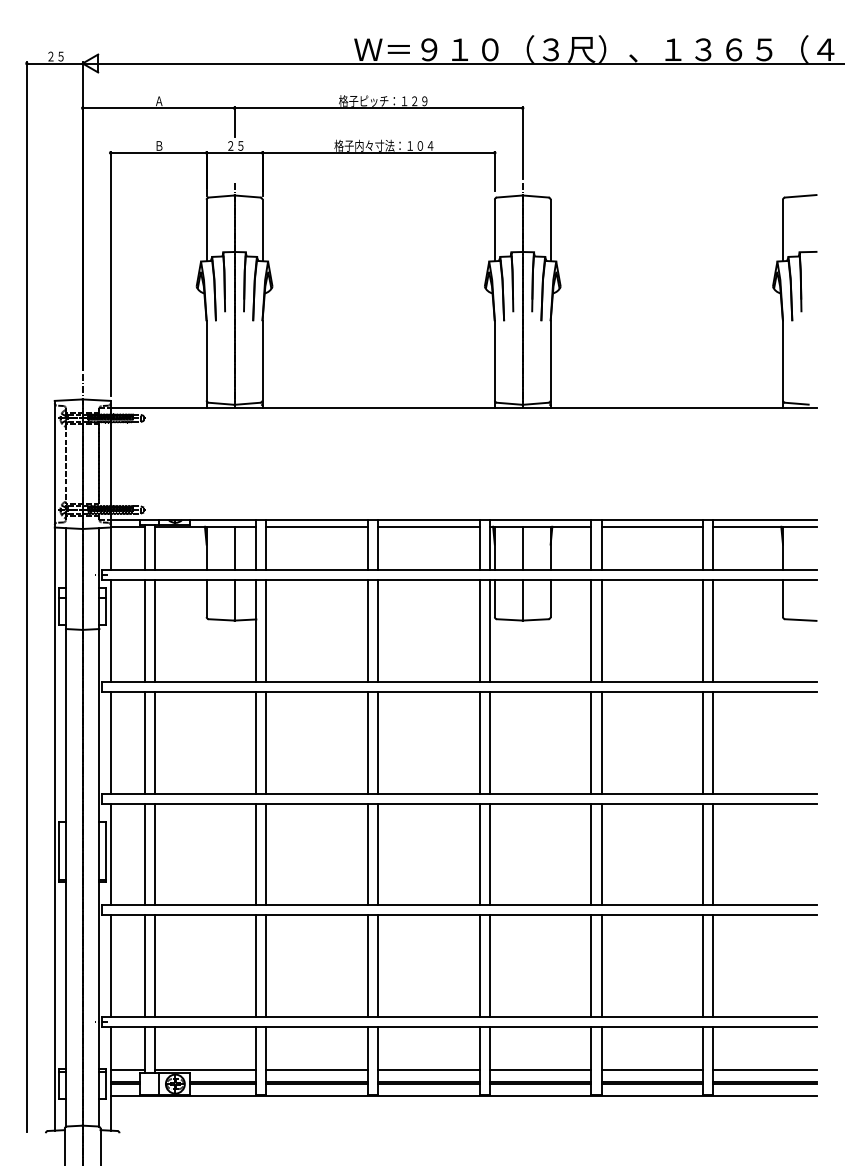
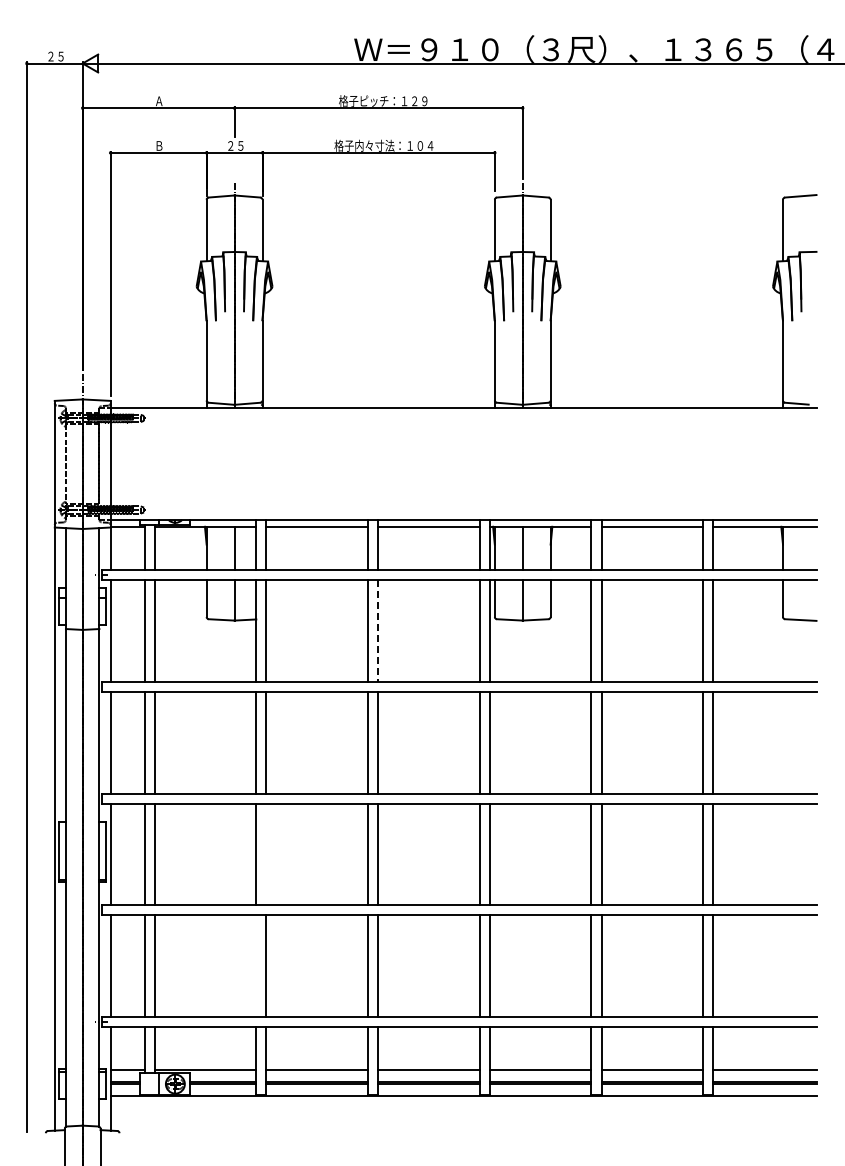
line at (378, 631): solid -> dashed
line at (266, 854): present -> none
line at (256, 966): present -> none
